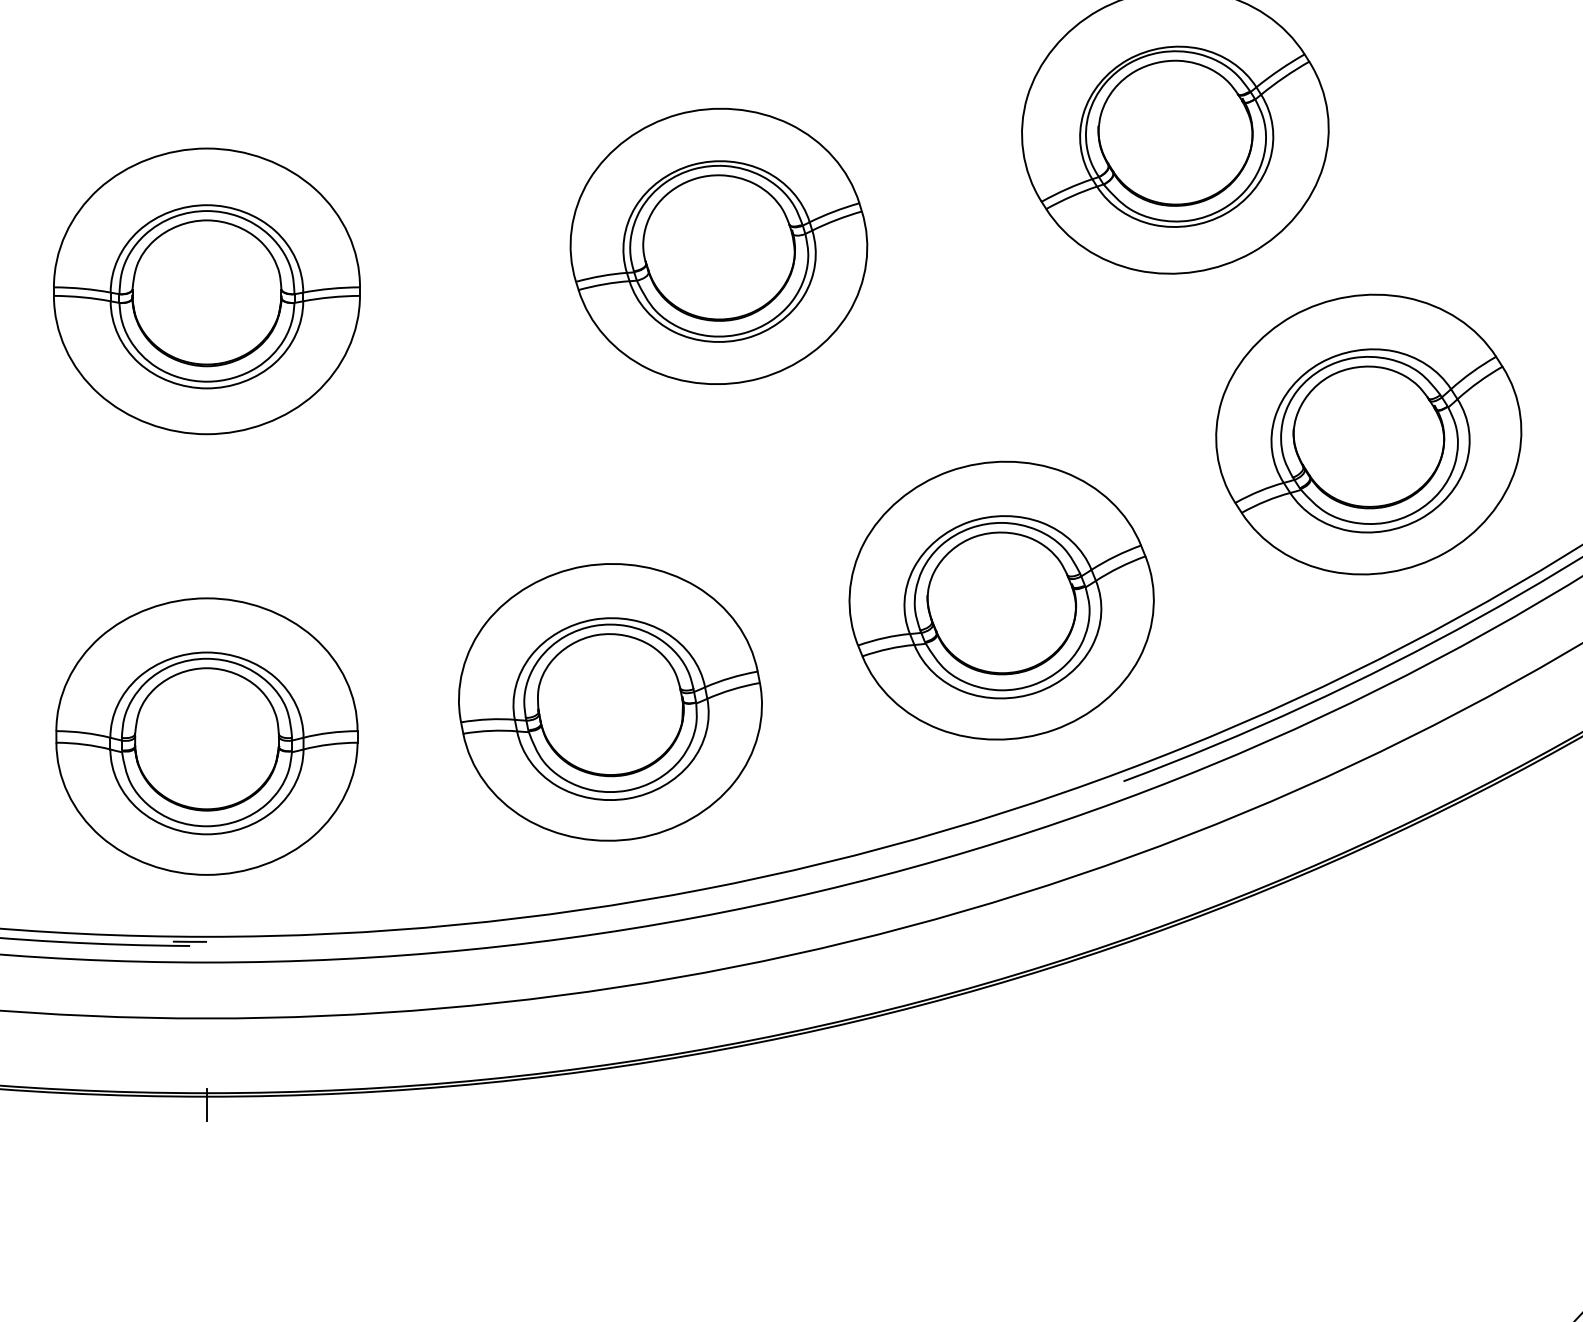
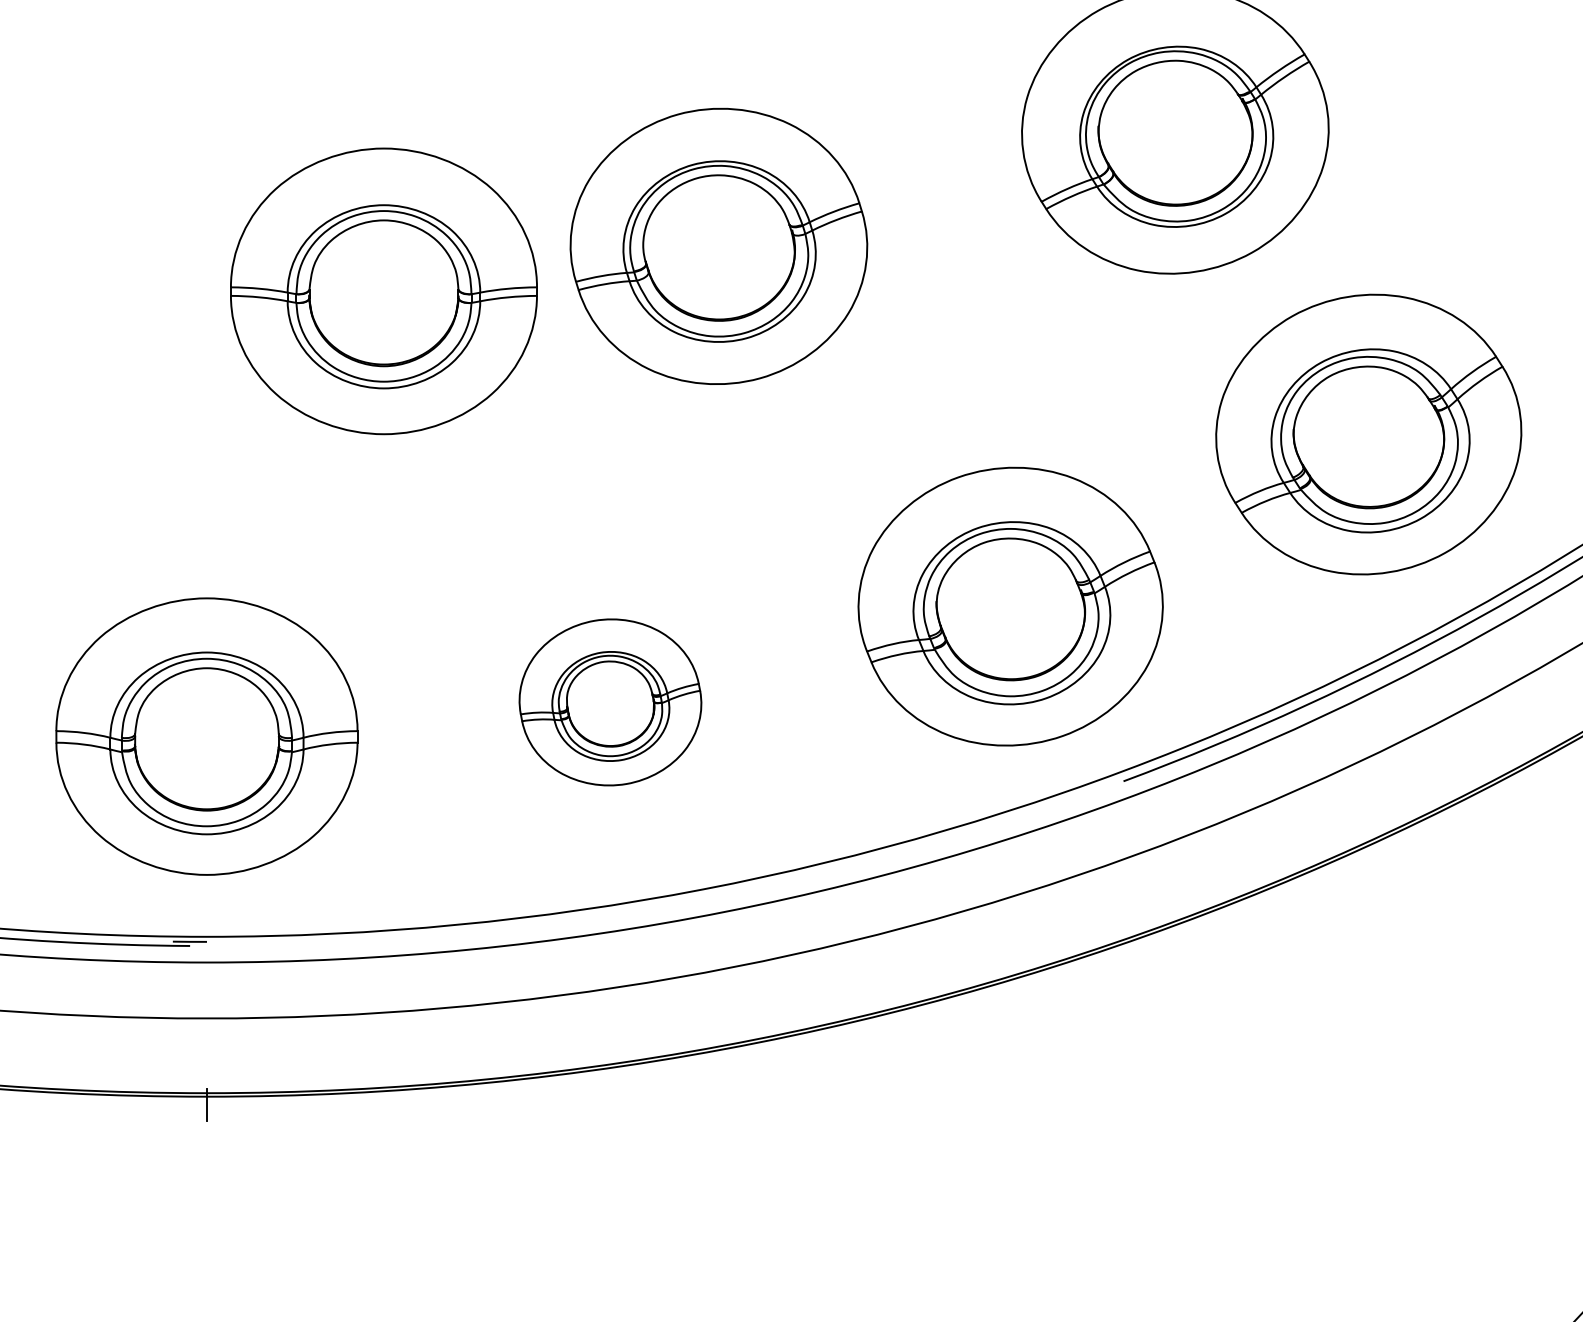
part at (206, 291) position: (206, 291) -> (383, 291)
part at (1001, 600) position: (1001, 600) -> (1010, 606)
part at (610, 702) size: 305x279 px -> 185x169 px
